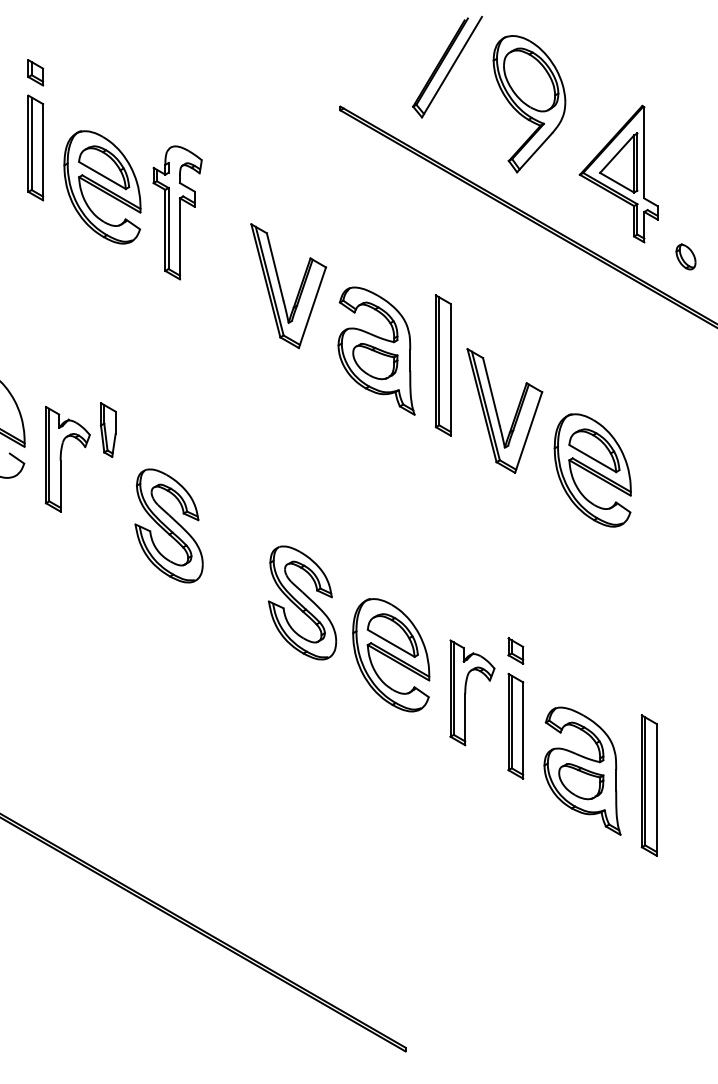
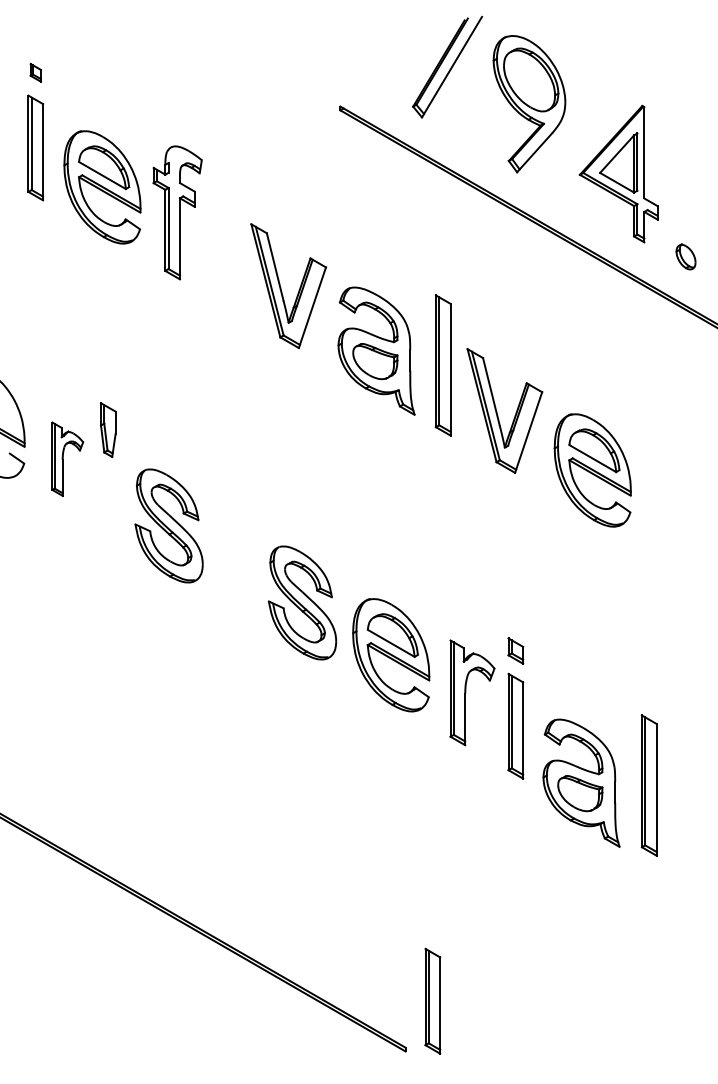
part at (35, 72) size: 18x28 px -> 13x20 px
part at (67, 458) size: 47x108 px -> 34x76 px
part at (582, 770) position: (582, 770) -> (581, 782)
part at (432, 1000): none -> present
